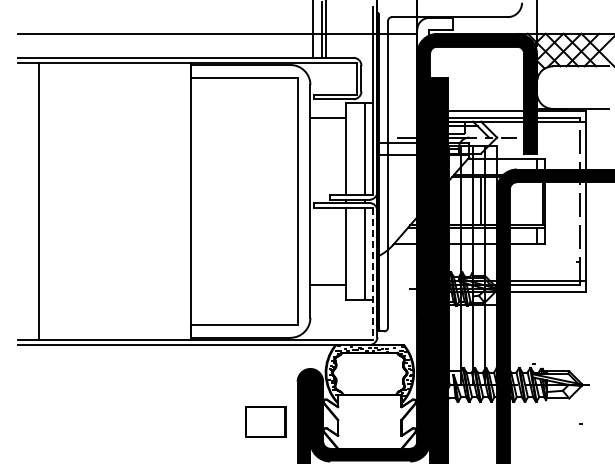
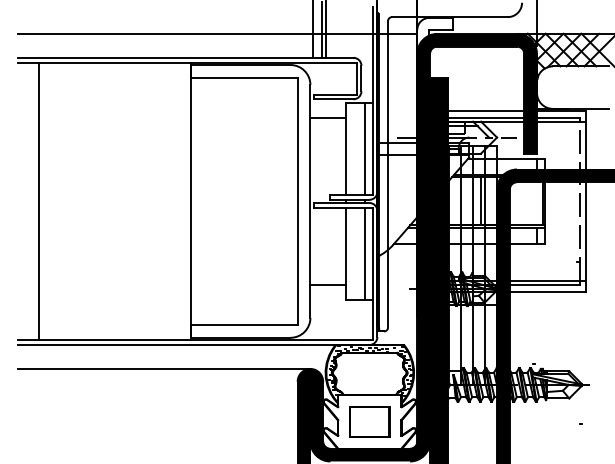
line at (372, 274): dashed -> solid
line at (164, 368): none -> present
part at (265, 421) position: (265, 421) -> (369, 421)
